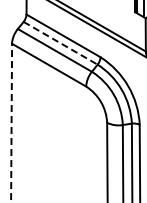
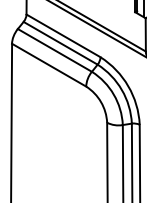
line at (60, 43): dashed -> solid
line at (11, 122): dashed -> solid
